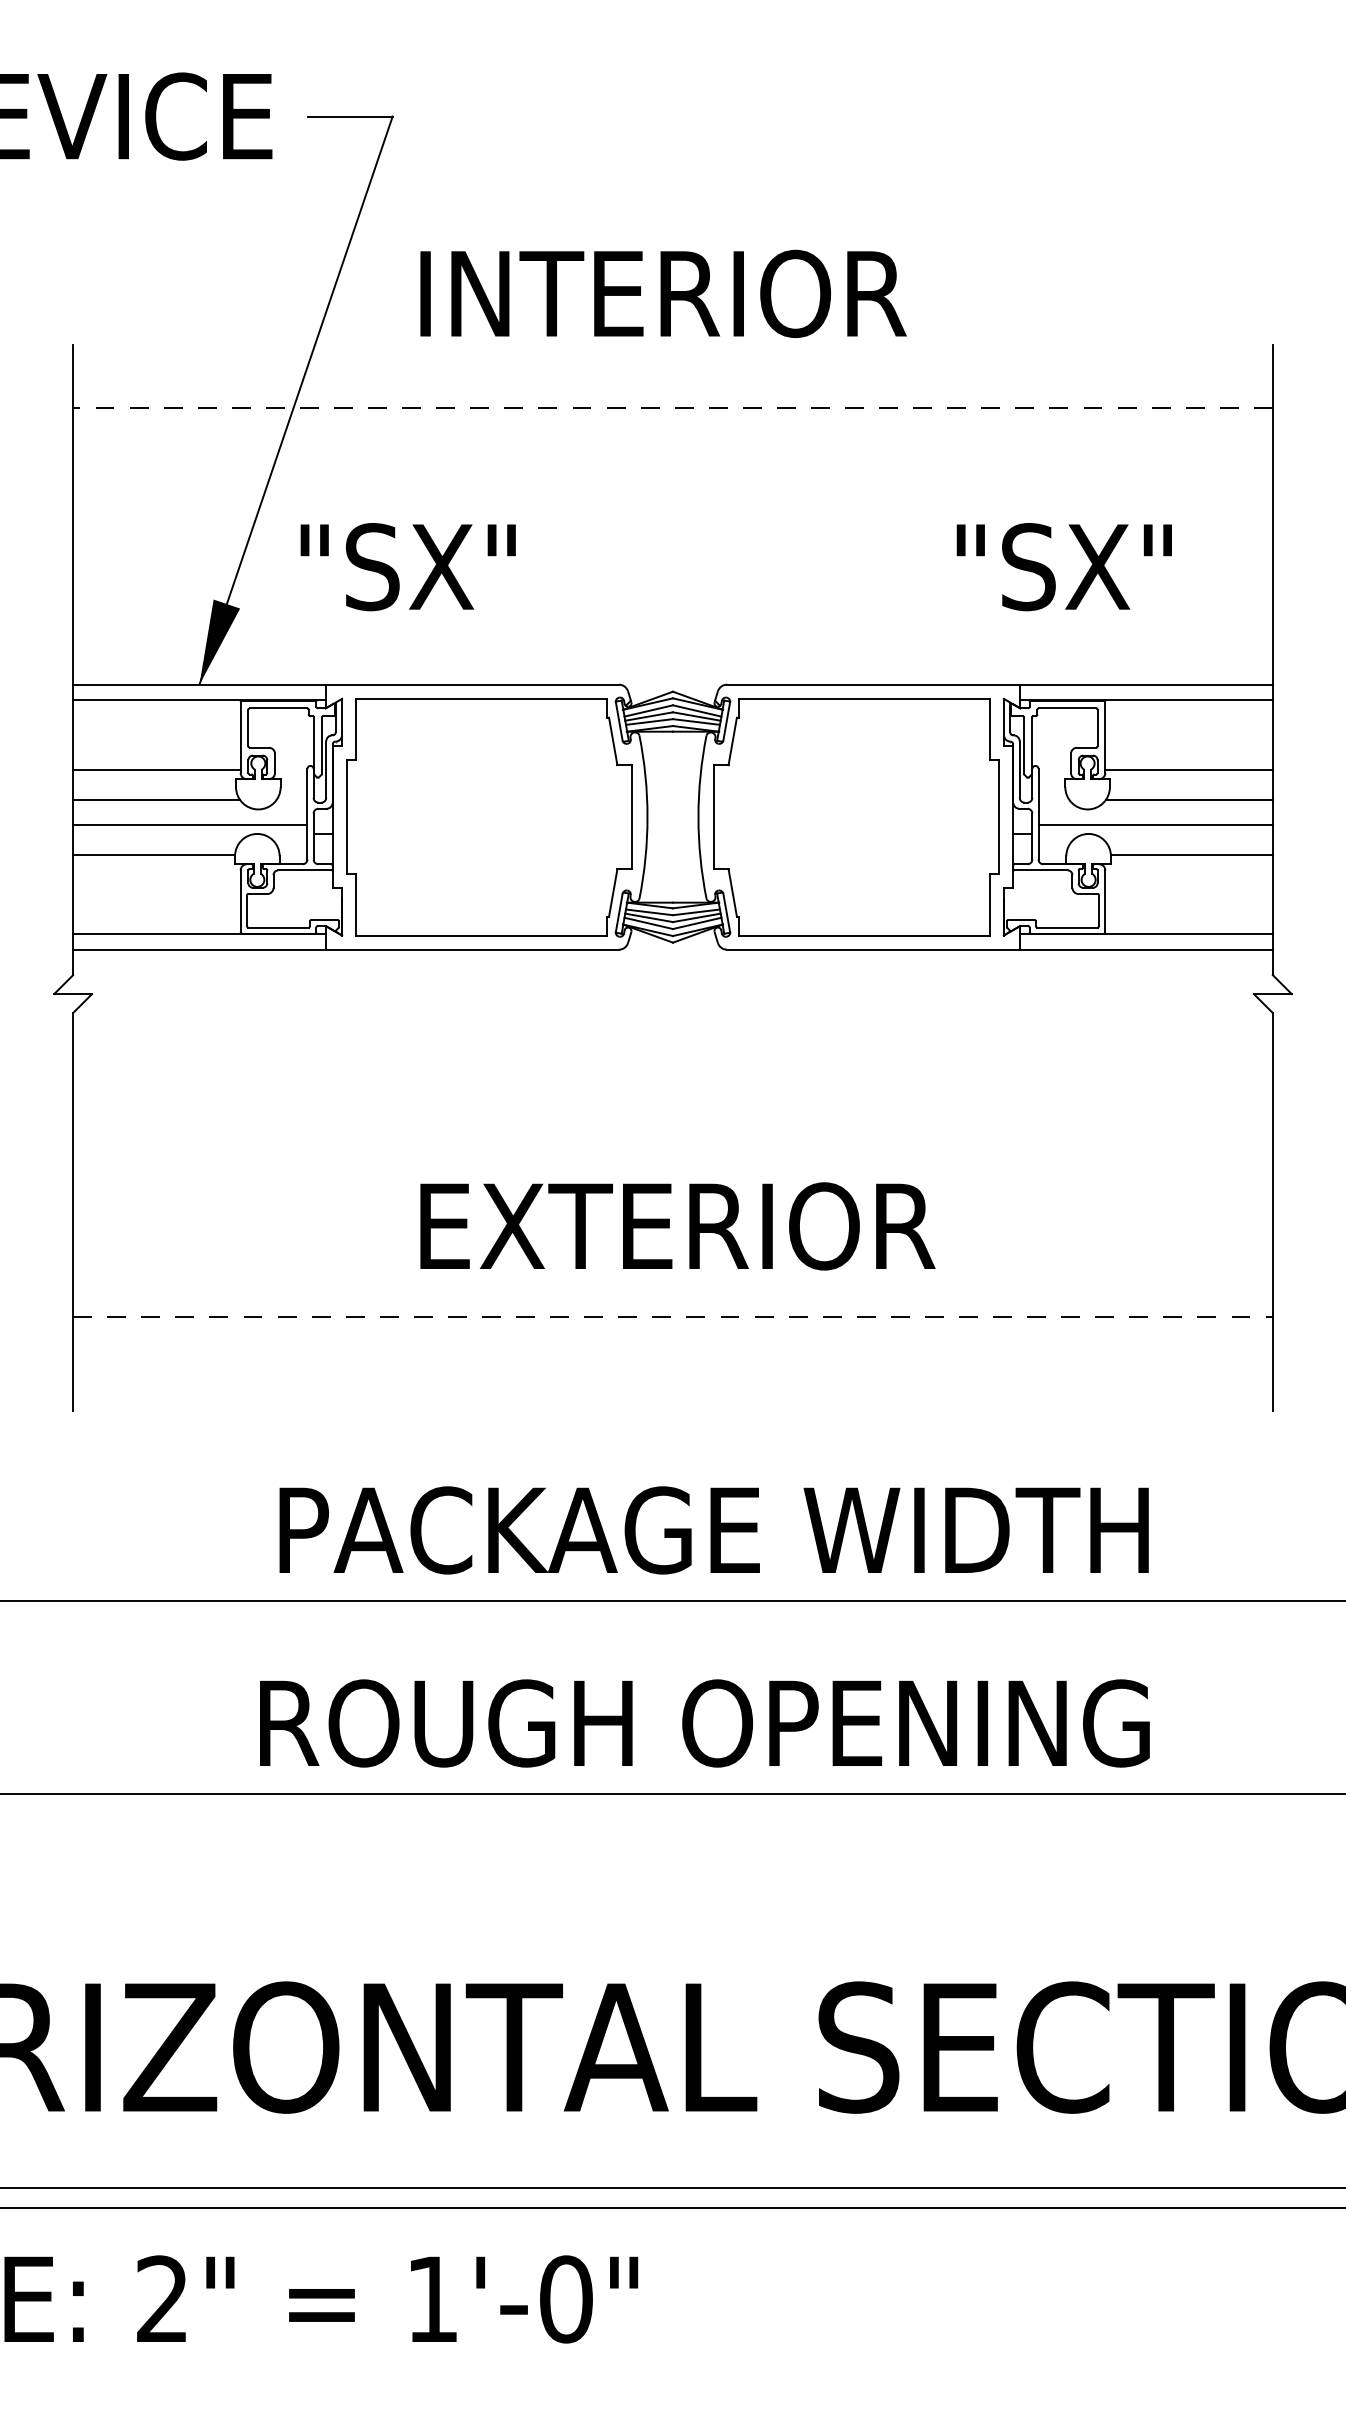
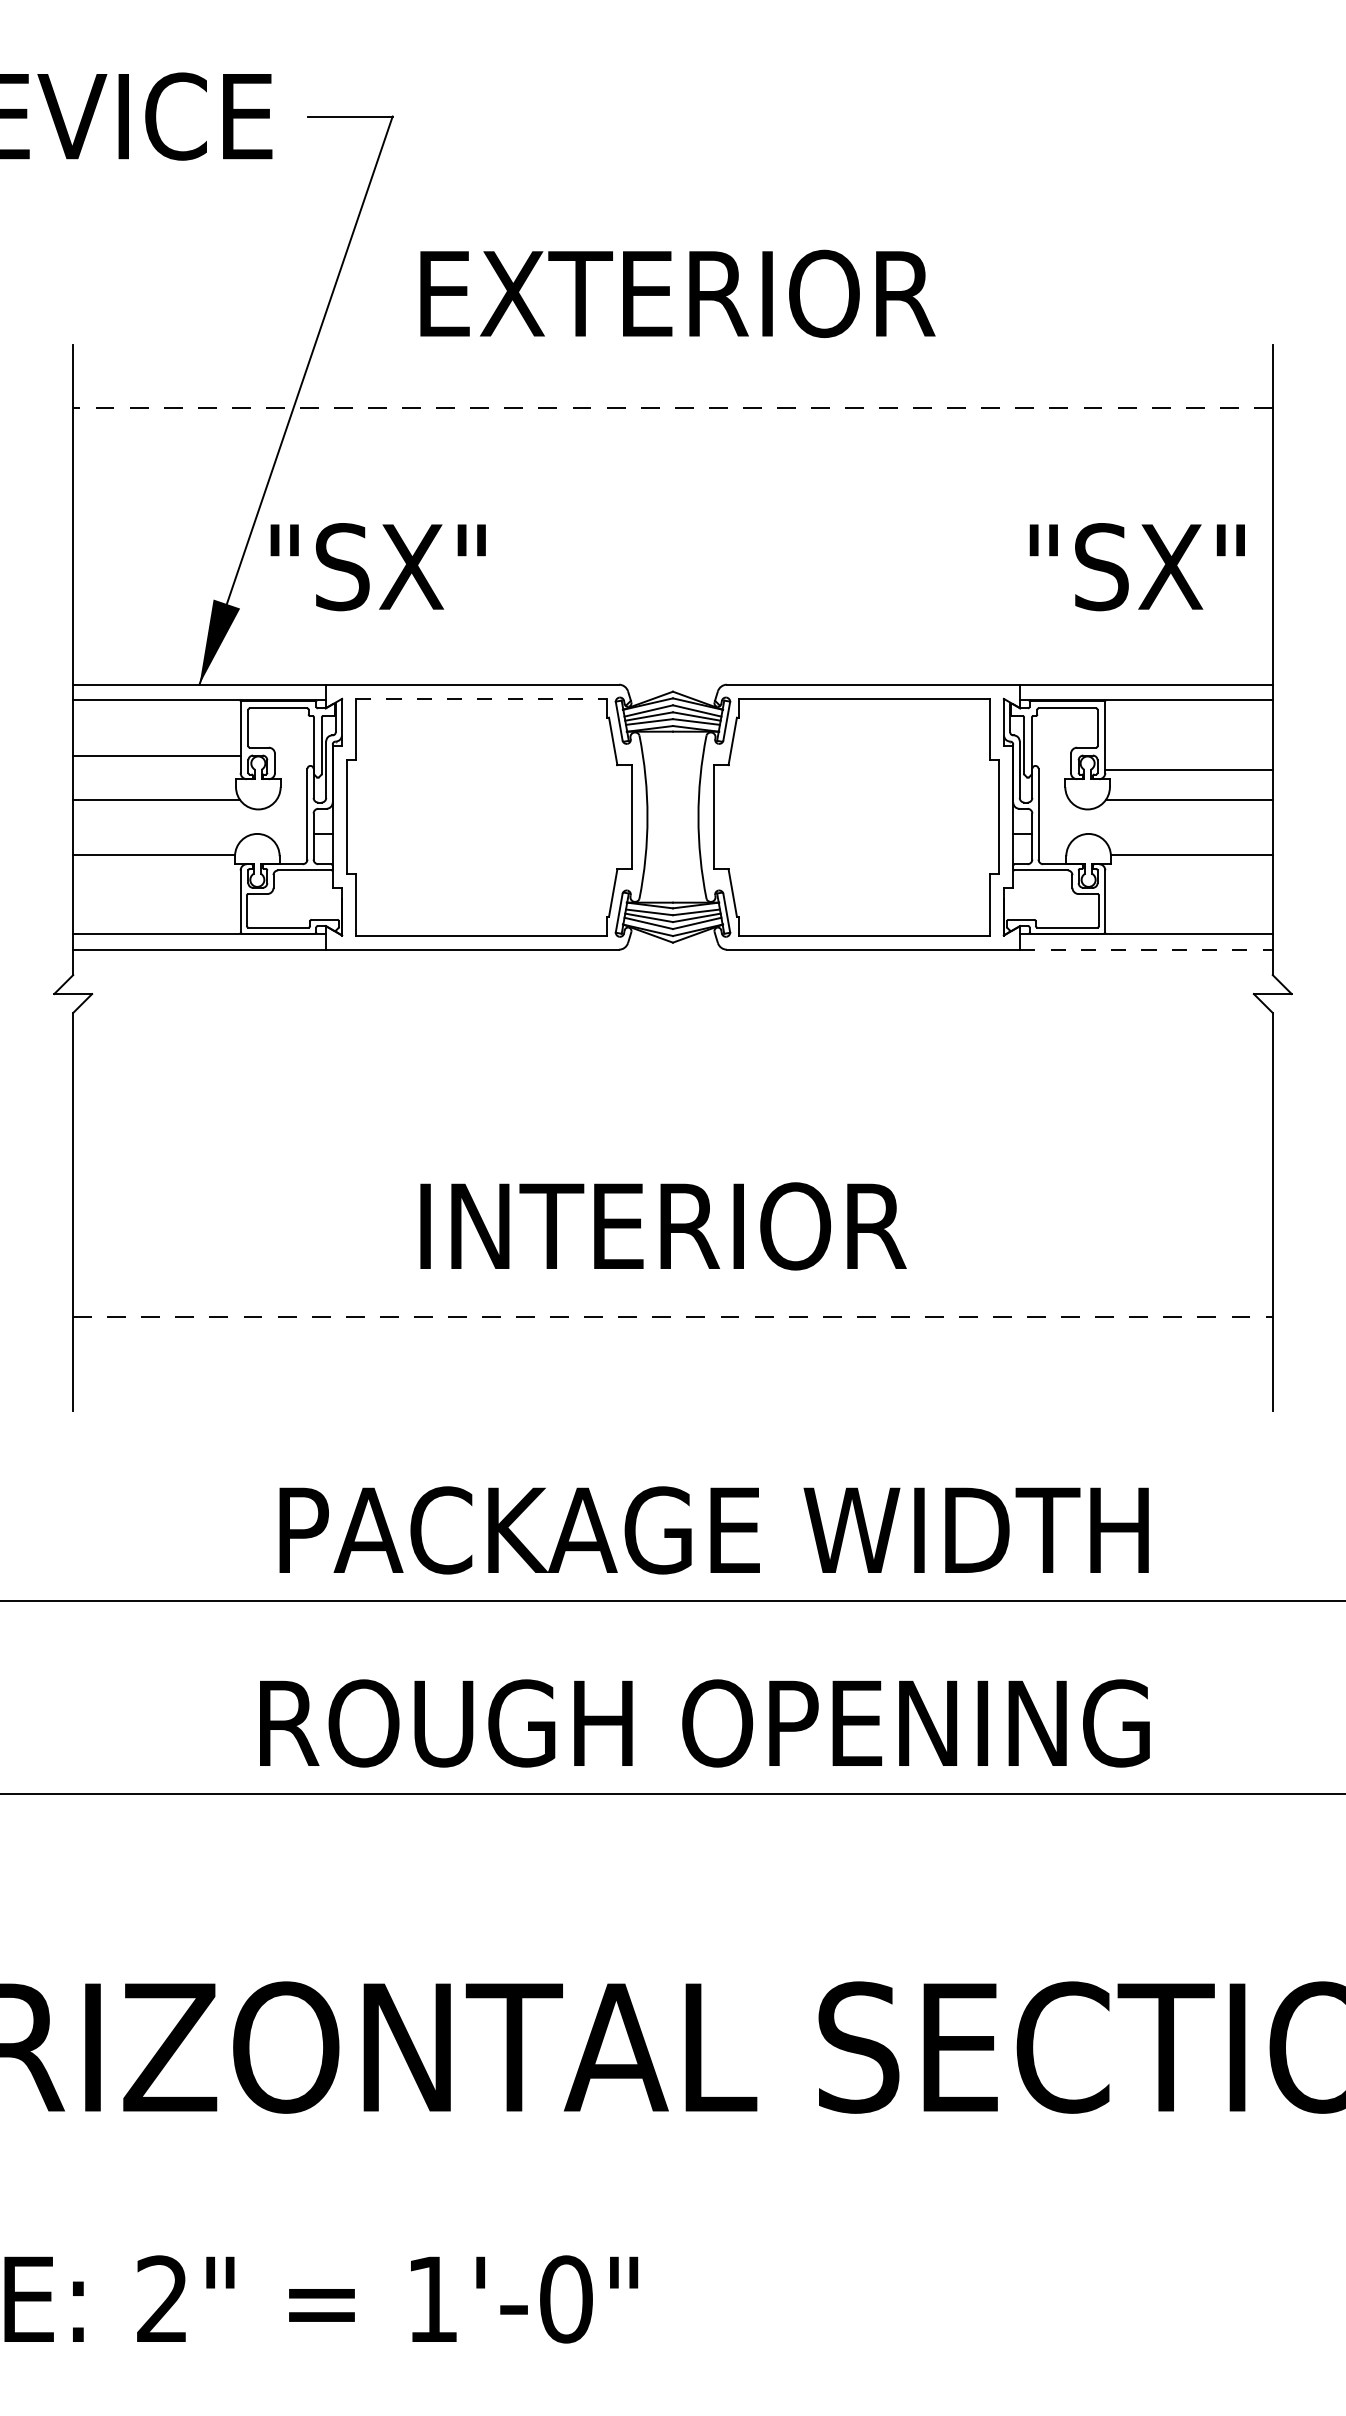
text at (682, 293): INTERIOR -> EXTERIOR
text at (407, 567) position: (407, 567) -> (377, 567)
text at (1063, 567) position: (1063, 567) -> (1136, 567)
line at (481, 698): solid -> dashed
line at (156, 769) position: (156, 769) -> (156, 755)
line at (190, 824): present -> none
line at (1155, 824): present -> none
line at (1147, 949): solid -> dashed
text at (682, 1226): EXTERIOR -> INTERIOR
line at (672, 2188): present -> none
line at (672, 2207): present -> none
